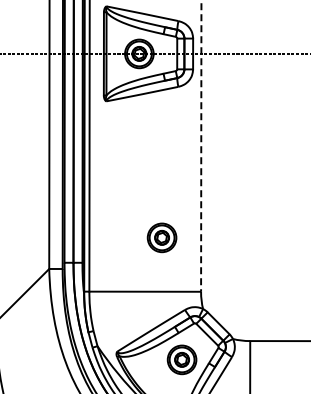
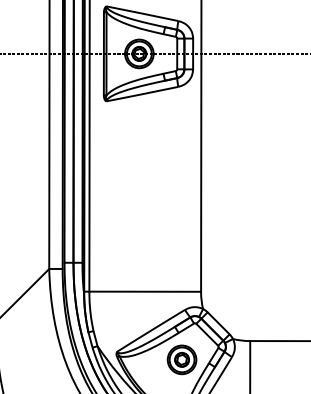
line at (201, 145): dashed -> solid
part at (161, 237): present -> none
